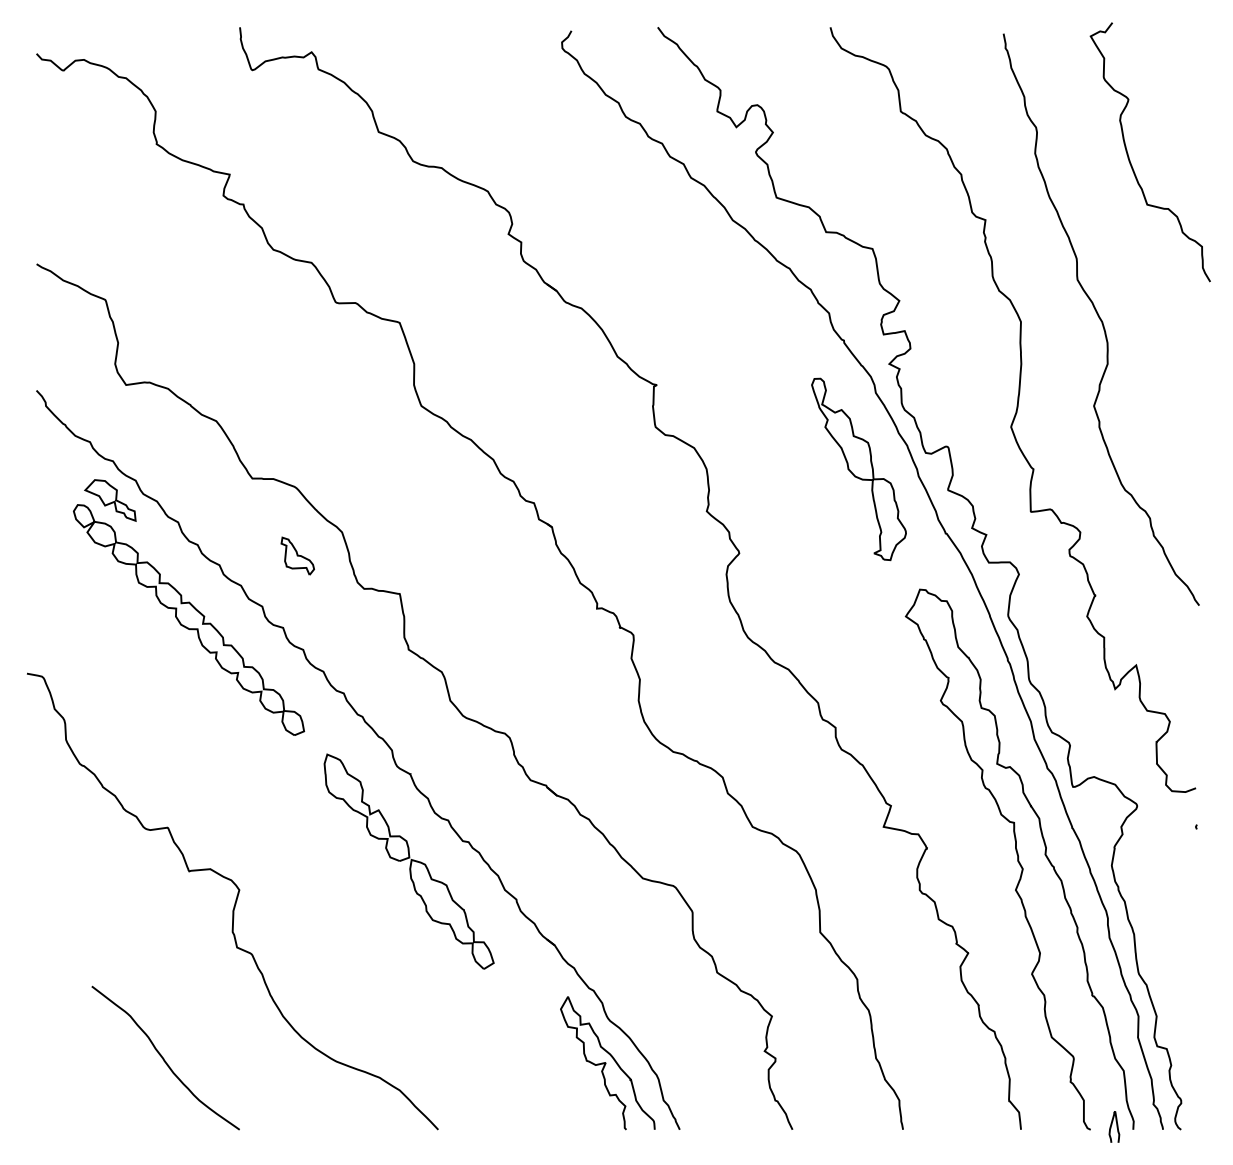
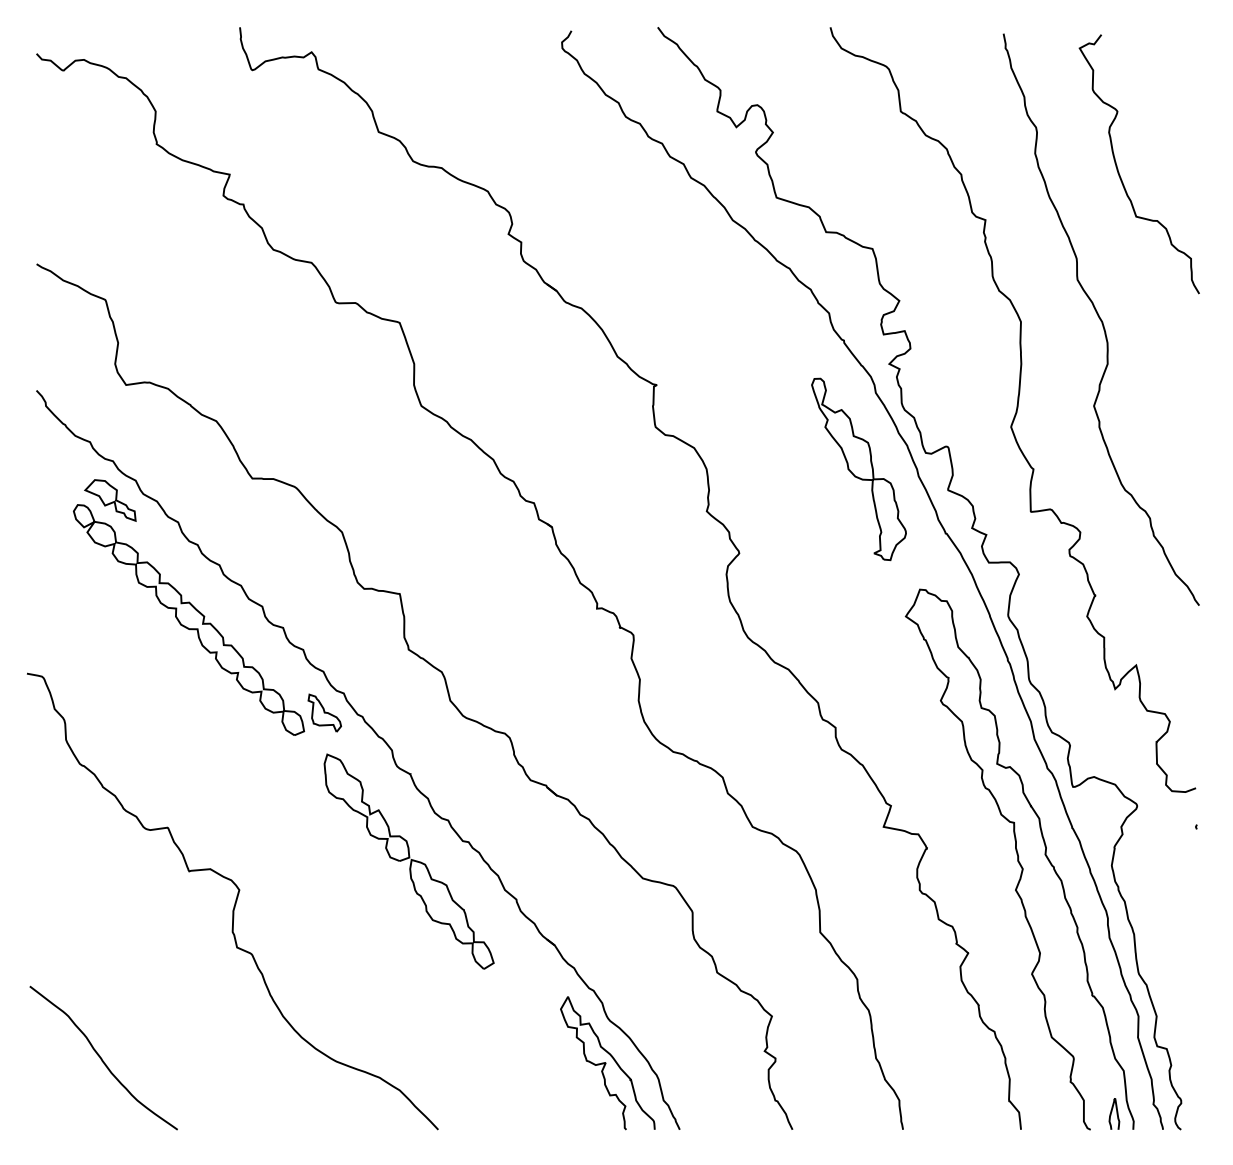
curve at (1129, 156) position: (1129, 156) -> (1118, 168)
part at (297, 555) position: (297, 555) -> (324, 712)
curve at (164, 1058) position: (164, 1058) -> (102, 1058)
curve at (1116, 1126) position: (1116, 1126) -> (1116, 1113)
